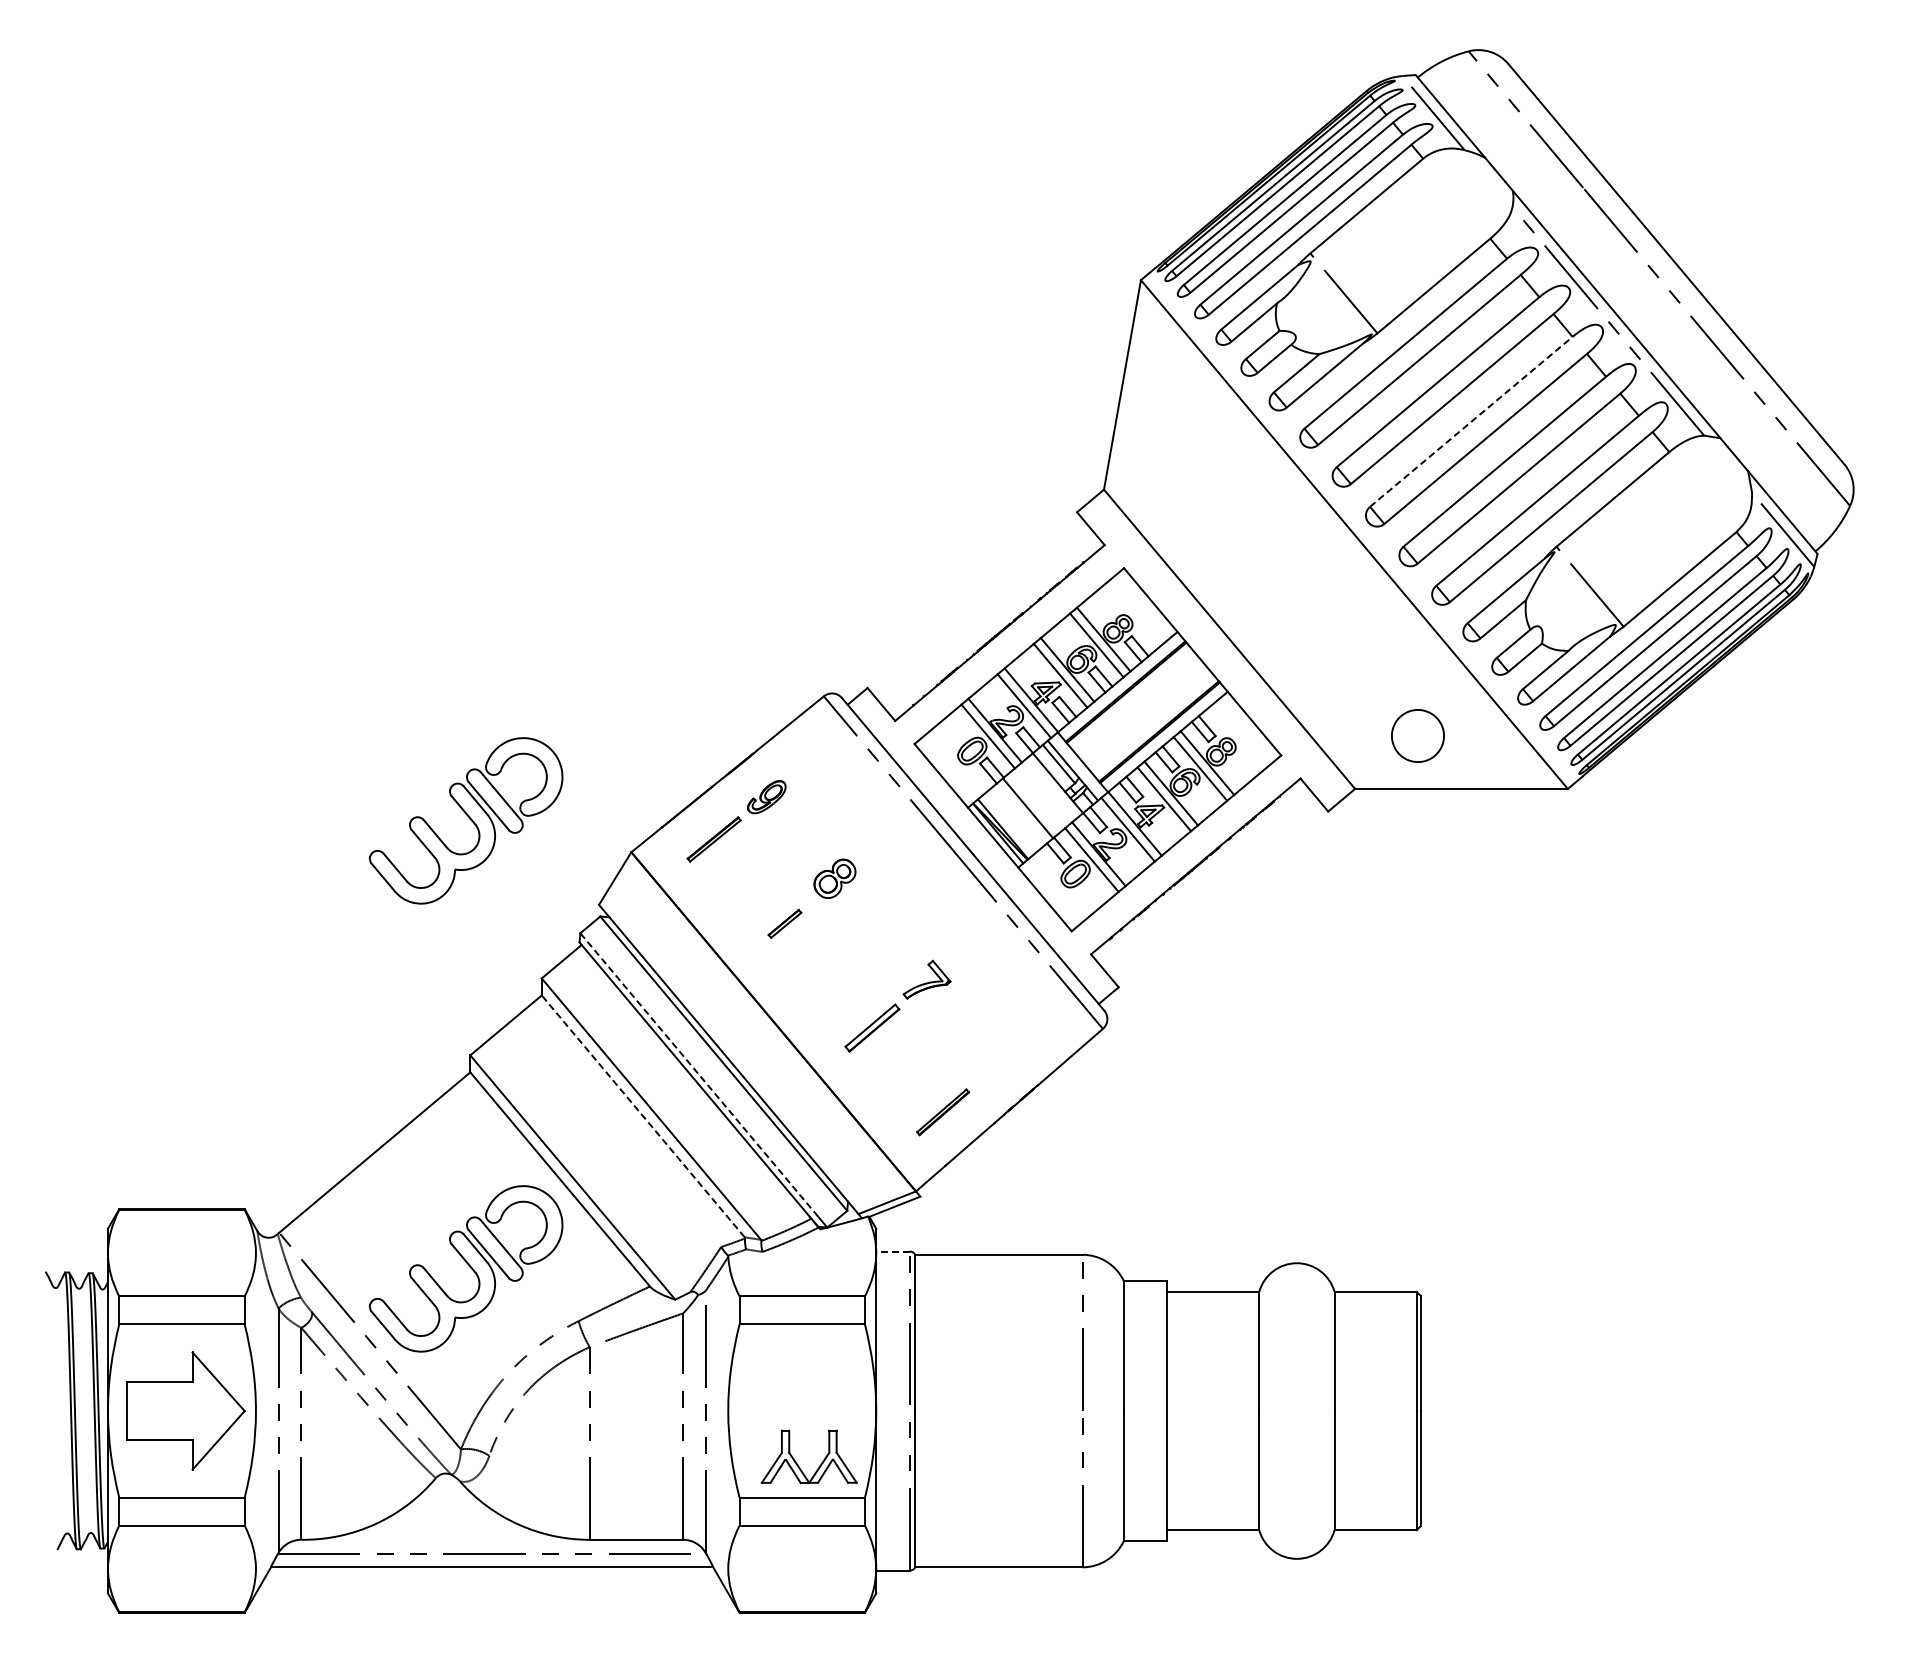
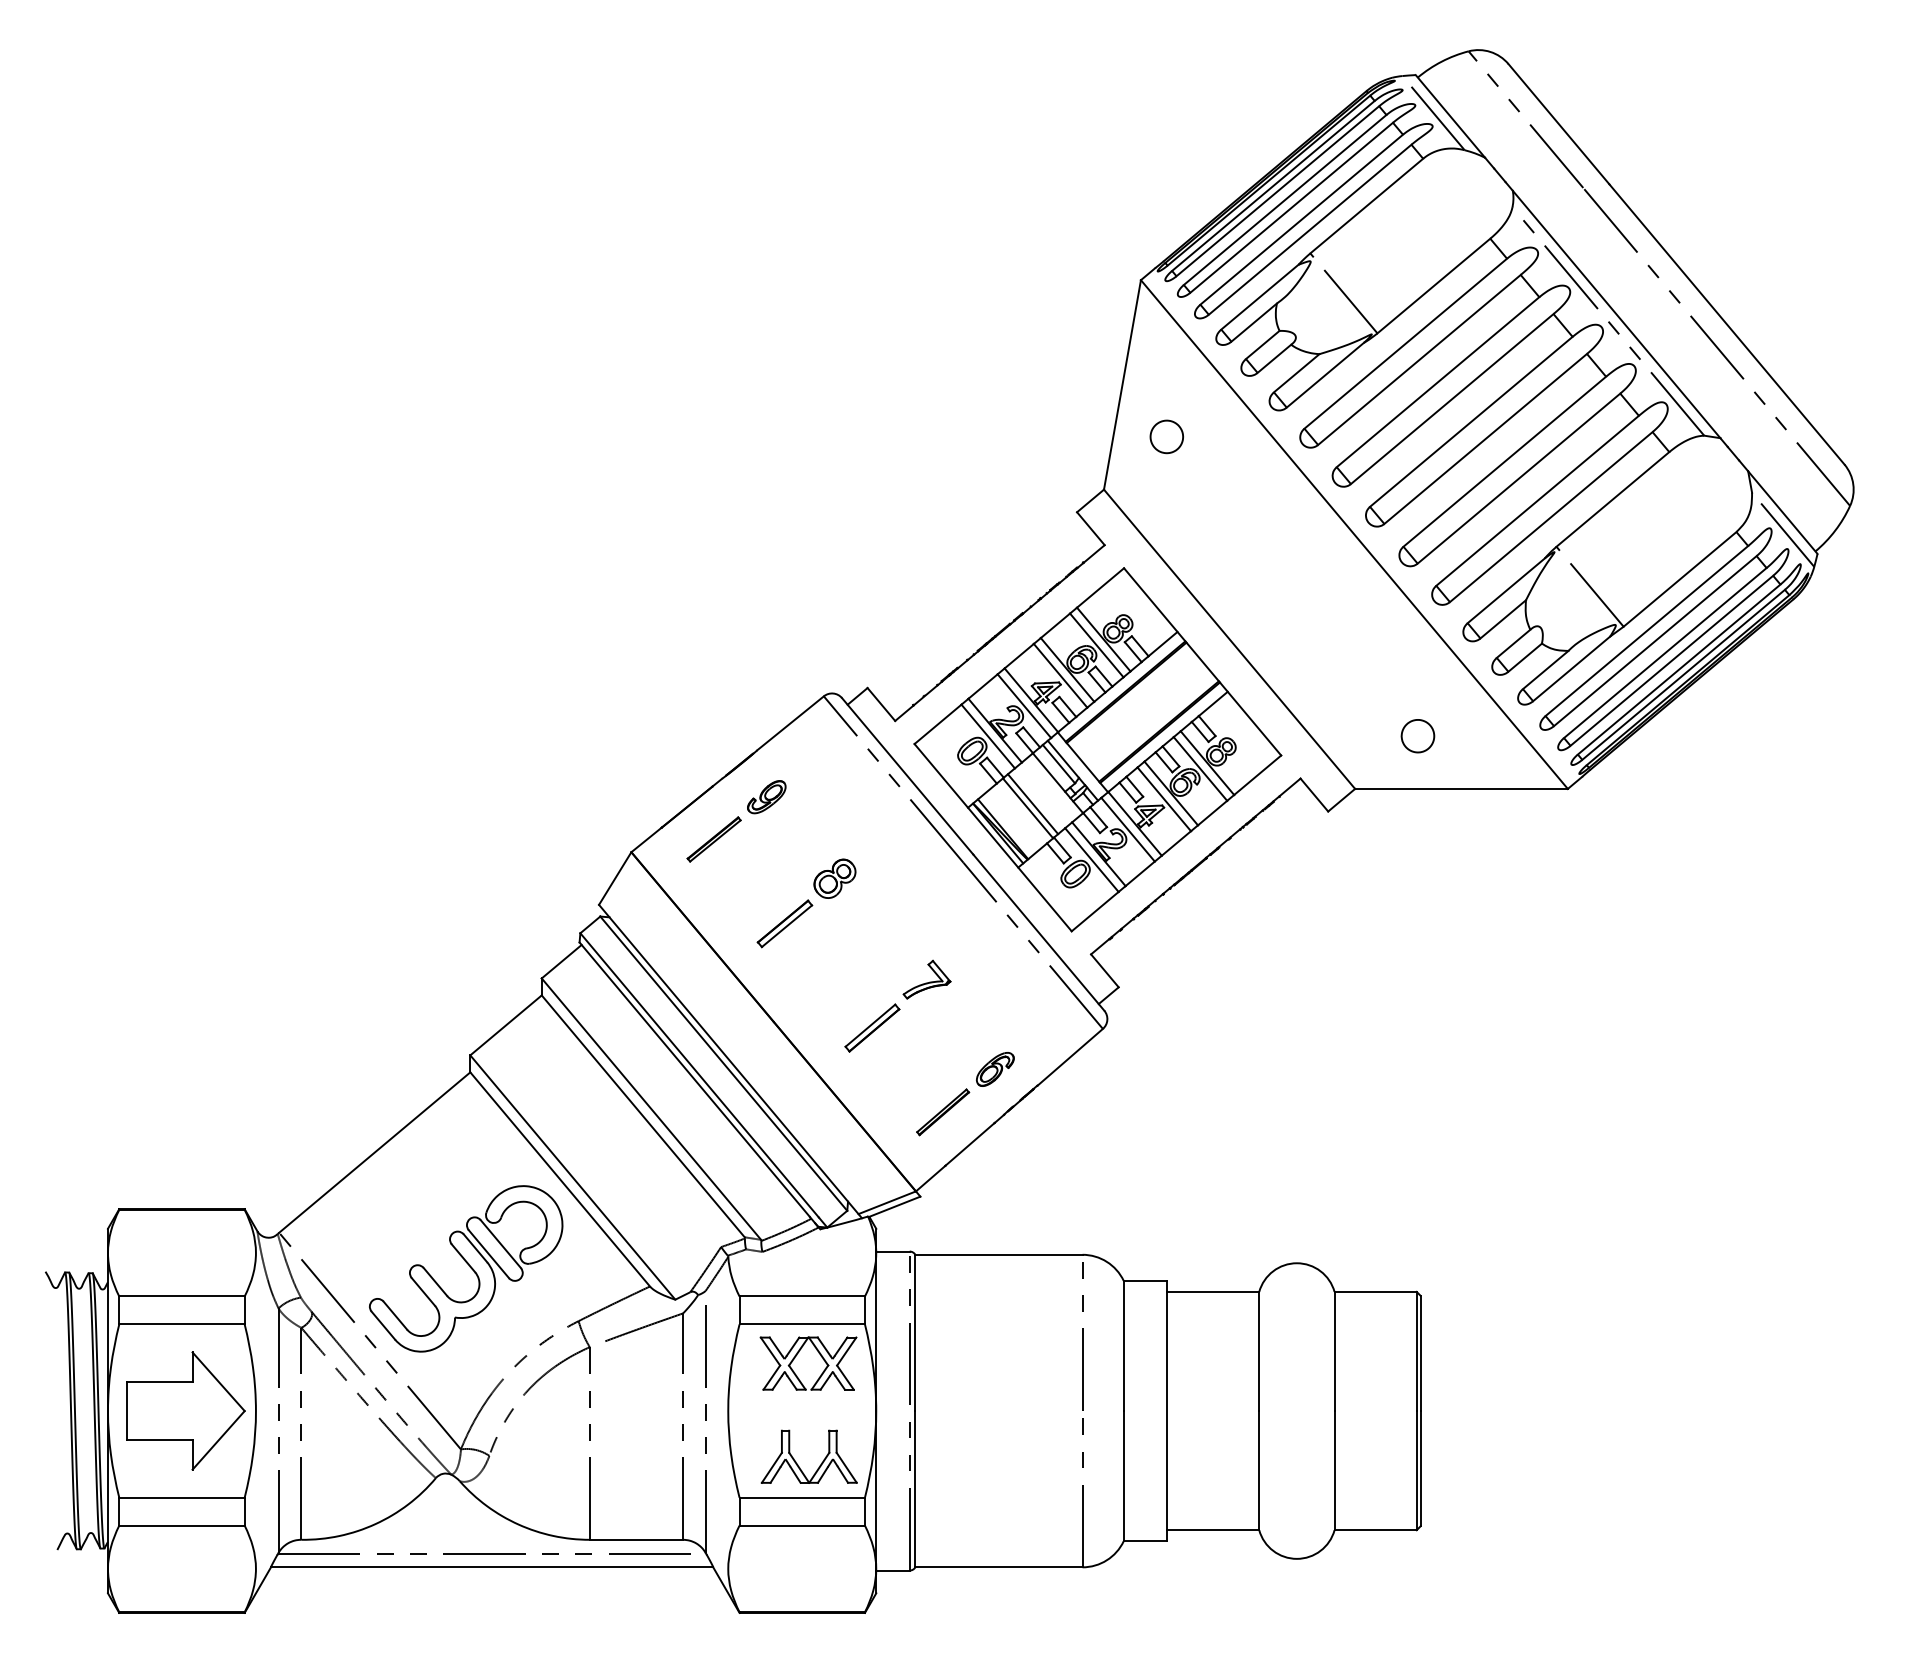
line at (1471, 421): dashed -> solid
part at (1166, 436): none -> present
part at (1417, 735) size: 54x54 px -> 36x35 px
line at (1032, 804): none -> present
part at (466, 820): present -> none
part at (784, 923) size: 36x31 px -> 58x50 px
part at (995, 1069): none -> present
line at (699, 1075): dashed -> solid
line at (643, 1116): dashed -> solid
line at (893, 1251): dashed -> solid
part at (797, 1355): none -> present
